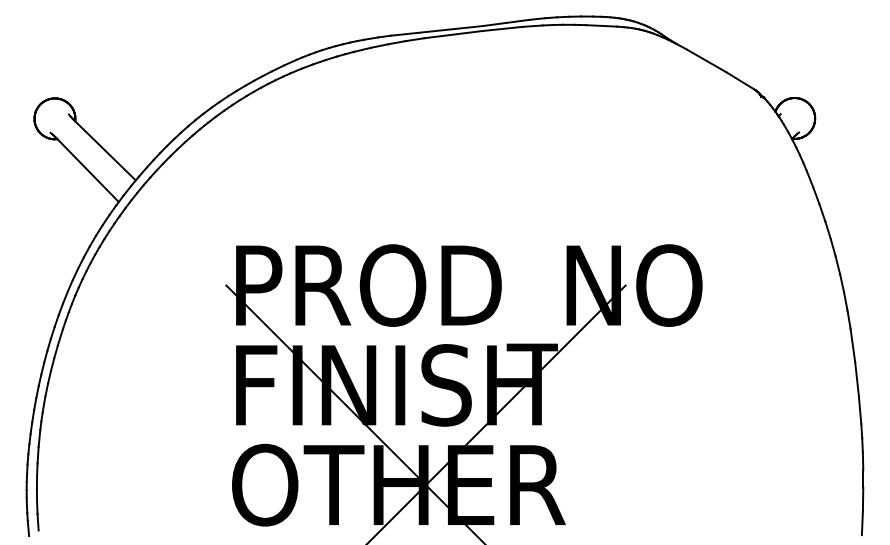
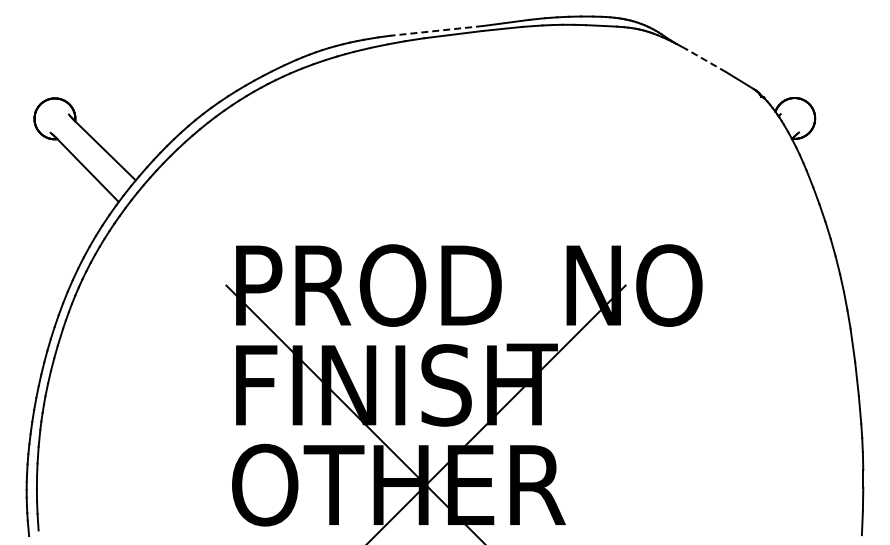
line at (436, 30): solid -> dashed
line at (705, 60): solid -> dashed
